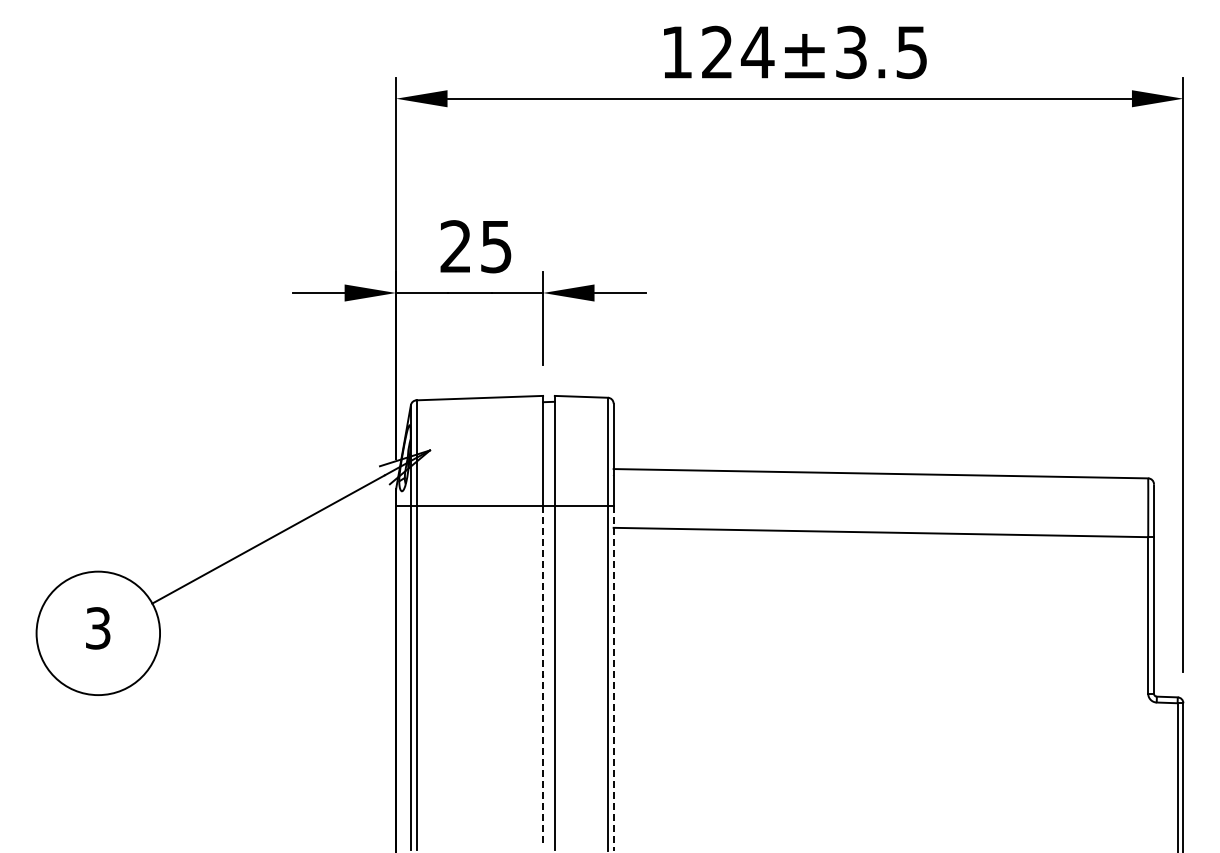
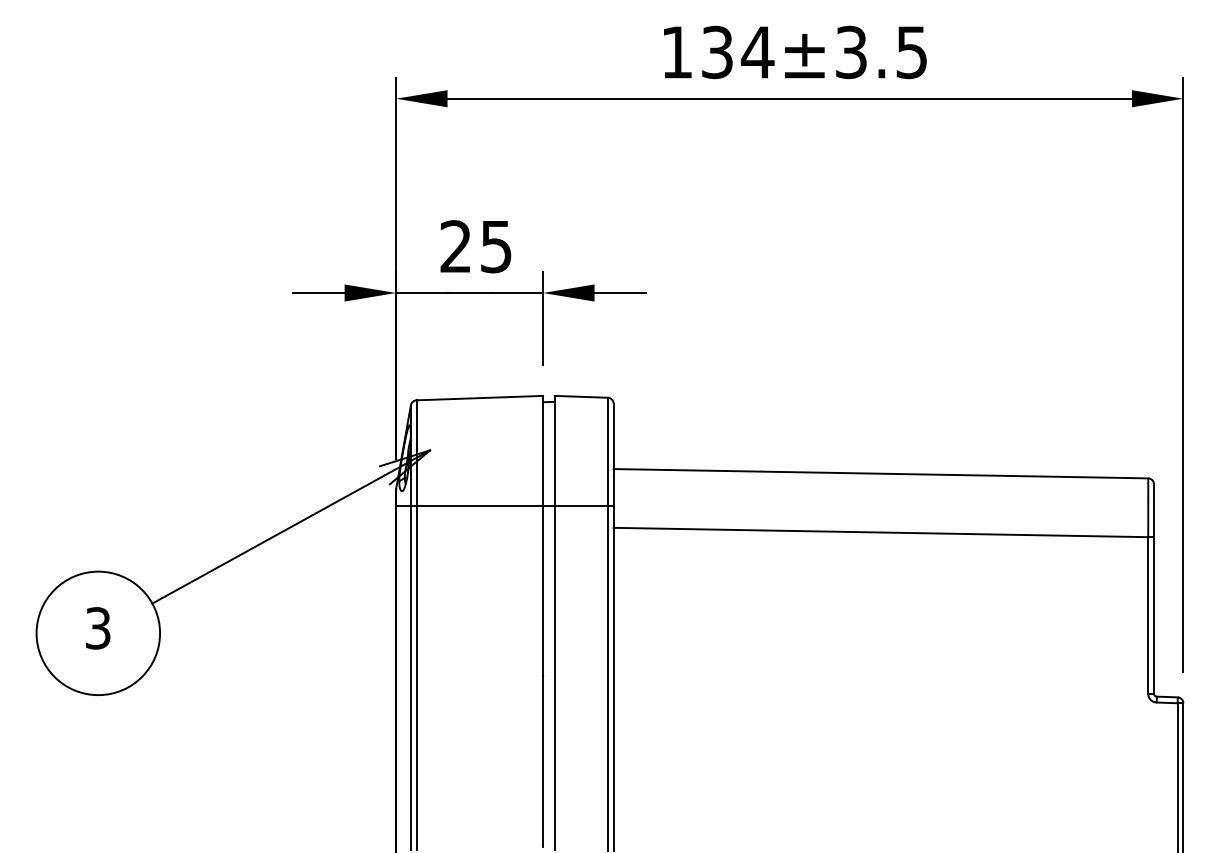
text at (717, 52): 124±3.5 -> 134±3.5
line at (543, 676): dashed -> solid
line at (613, 678): dashed -> solid
